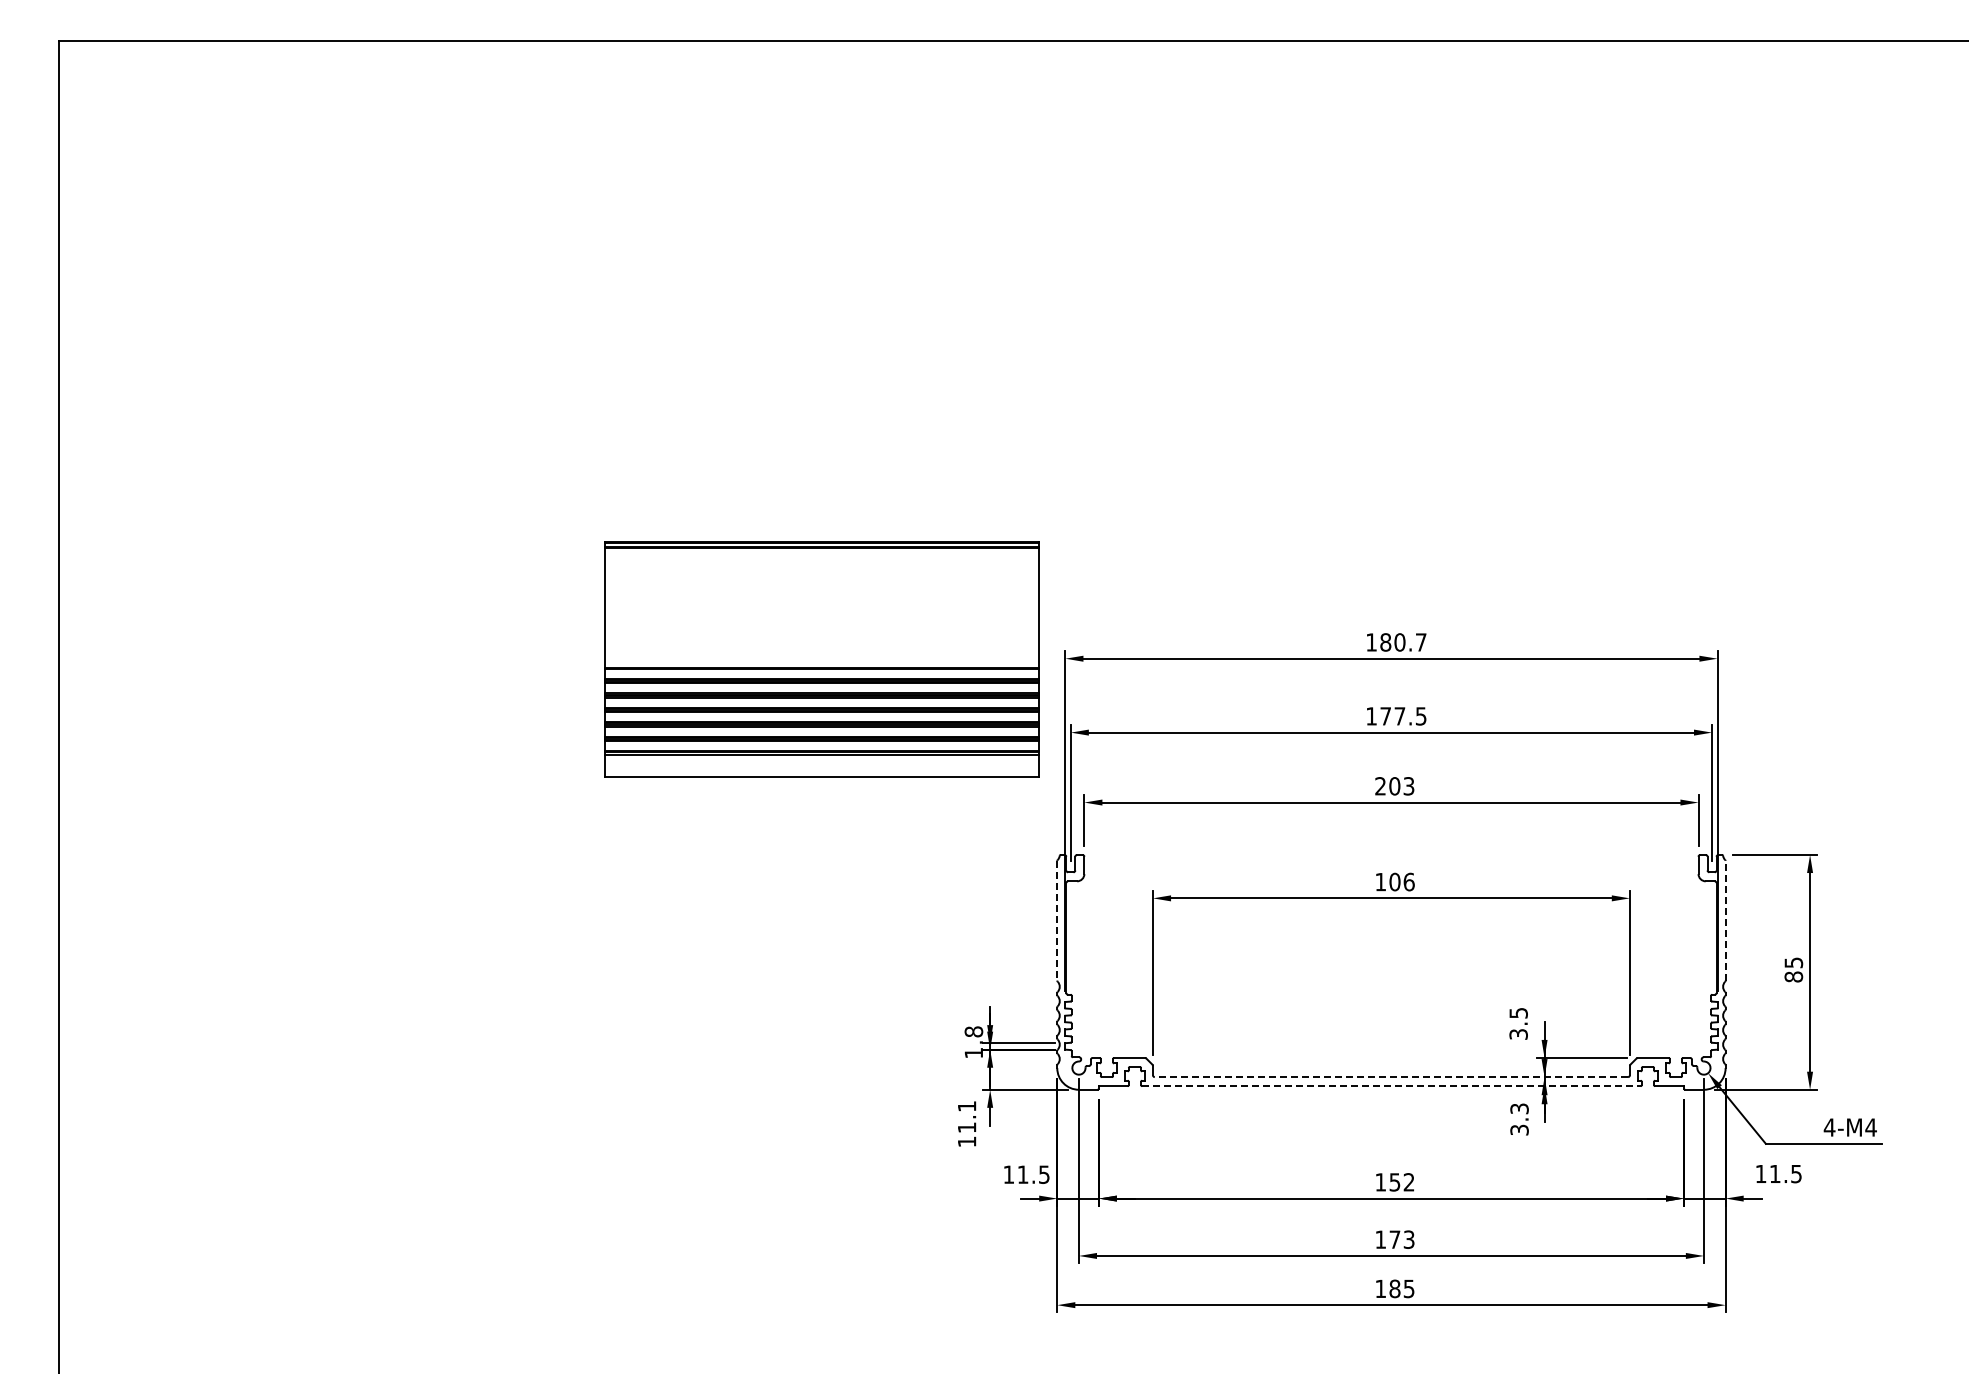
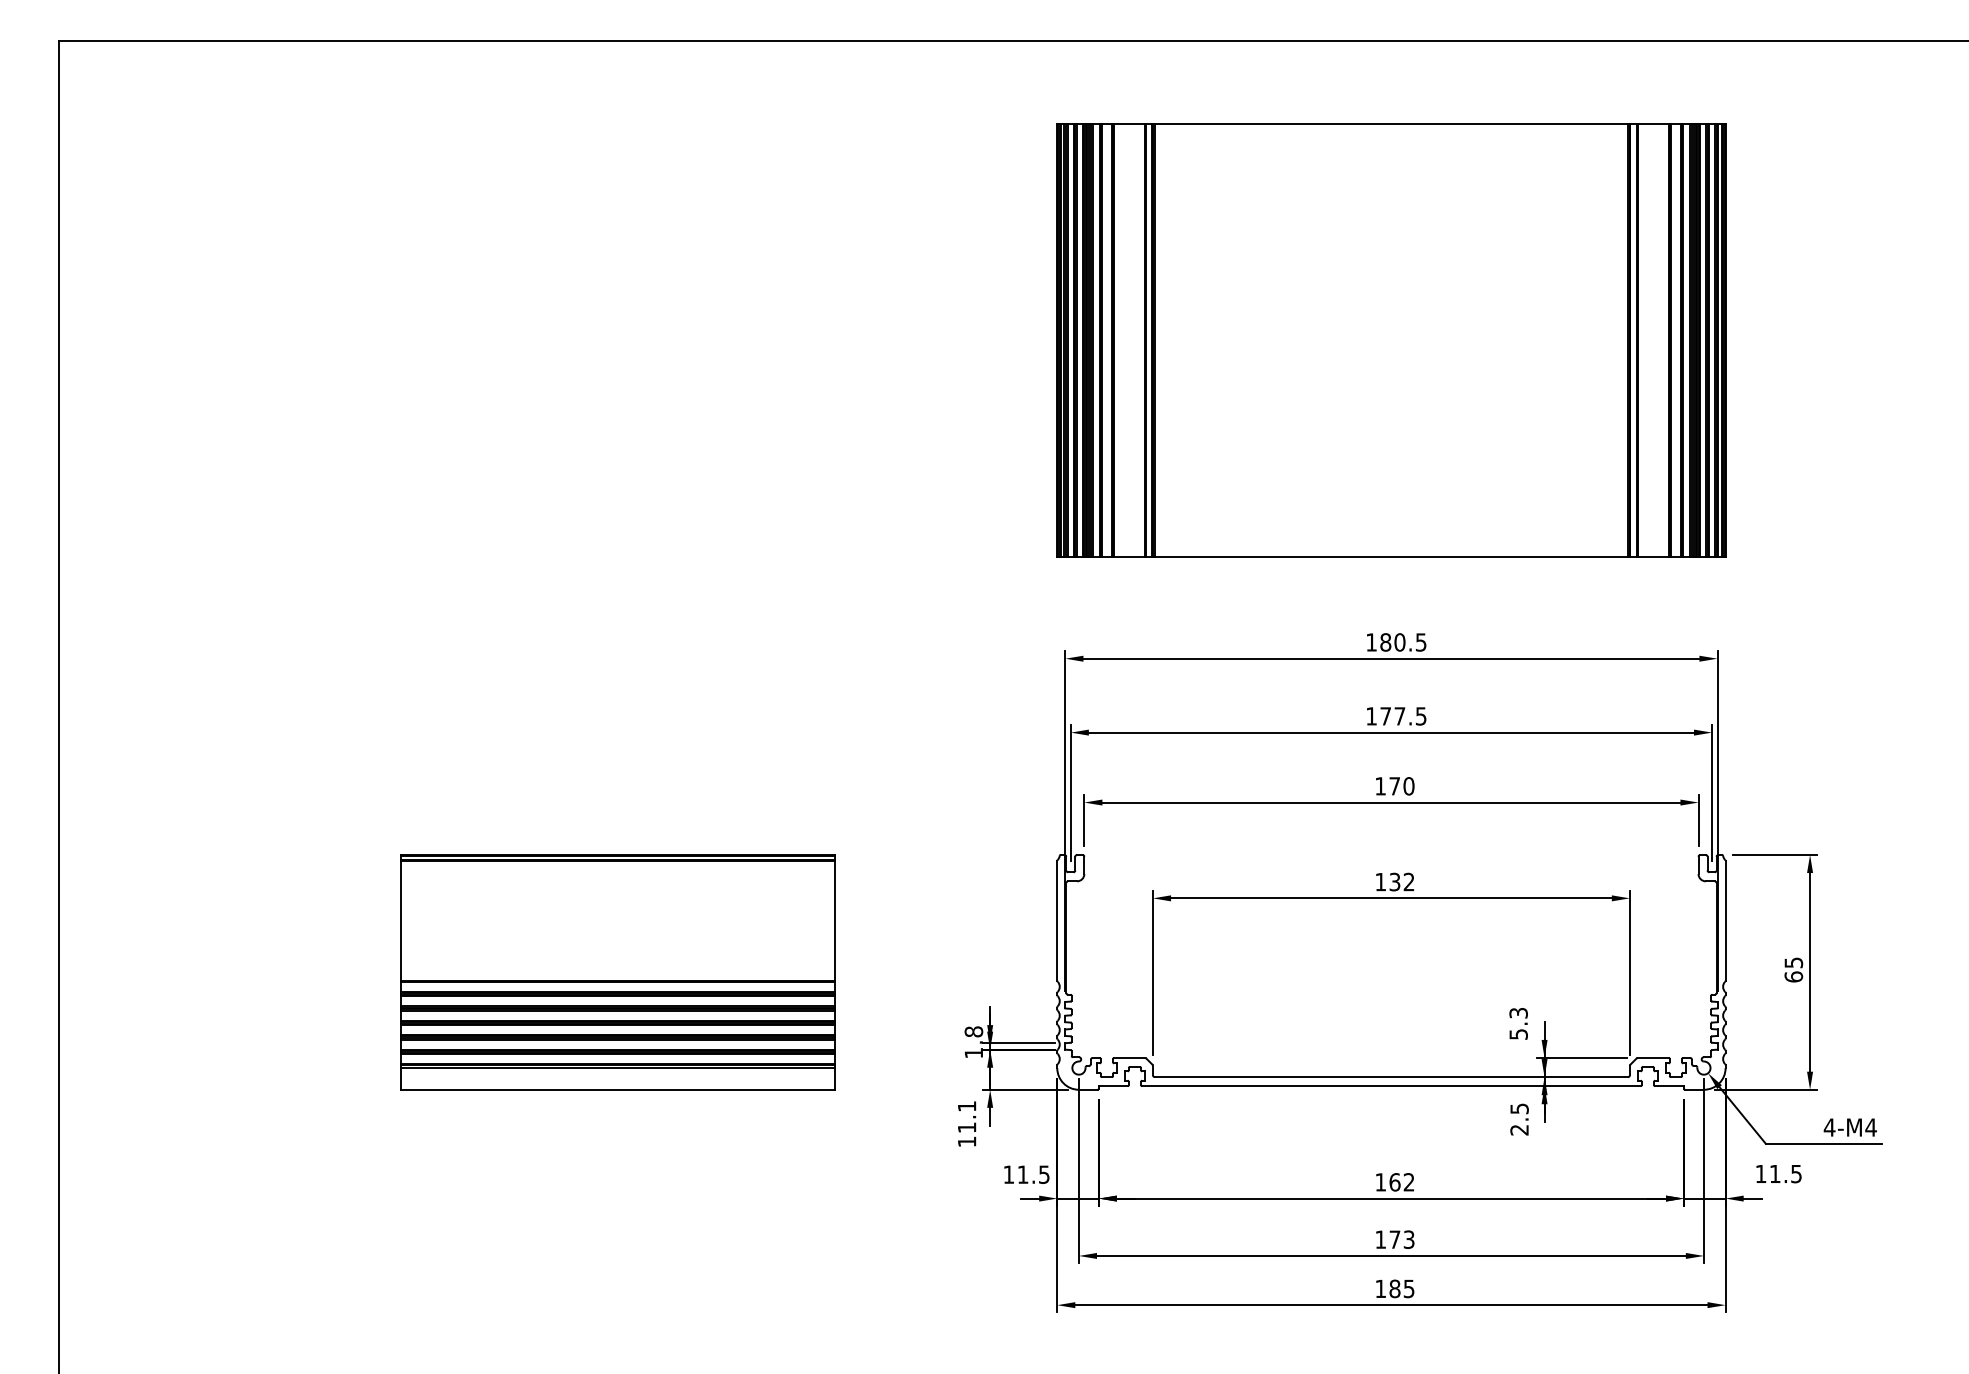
part at (1391, 340): none -> present
text at (1421, 642): 180.7 -> 180.5
part at (821, 659) position: (821, 659) -> (617, 972)
text at (1394, 786): 203 -> 170
text at (1401, 881): 106 -> 132
line at (1057, 920): dashed -> solid
line at (1725, 920): dashed -> solid
text at (1793, 976): 85 -> 65
text at (1518, 1023): 3.5 -> 5.3
line at (1391, 1077): dashed -> solid
line at (1391, 1086): dashed -> solid
text at (1519, 1119): 3.3 -> 2.5
text at (1394, 1182): 152 -> 162
